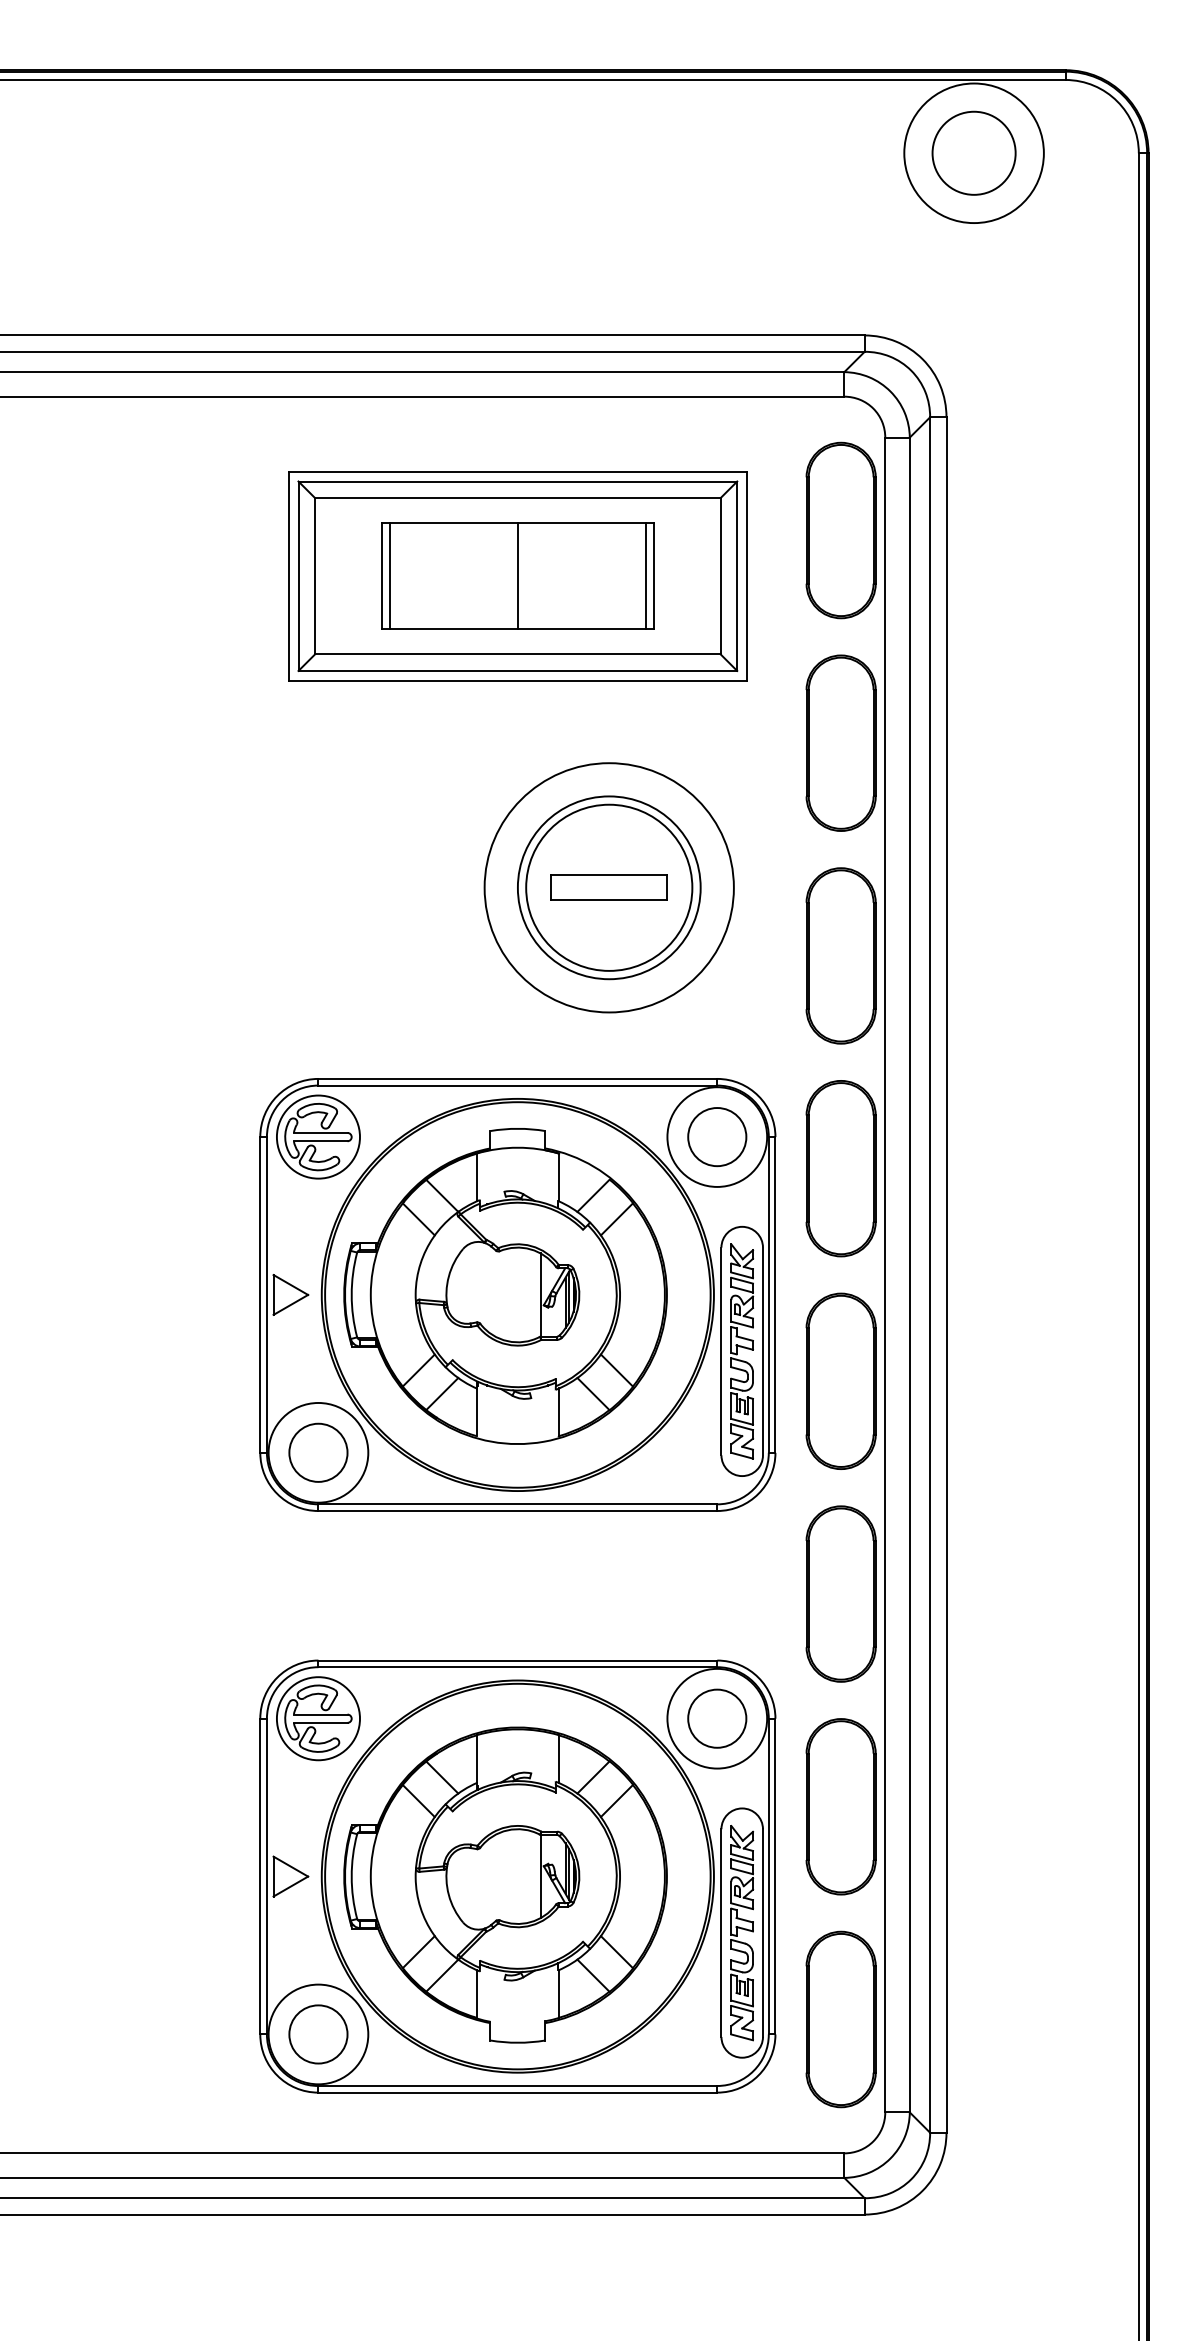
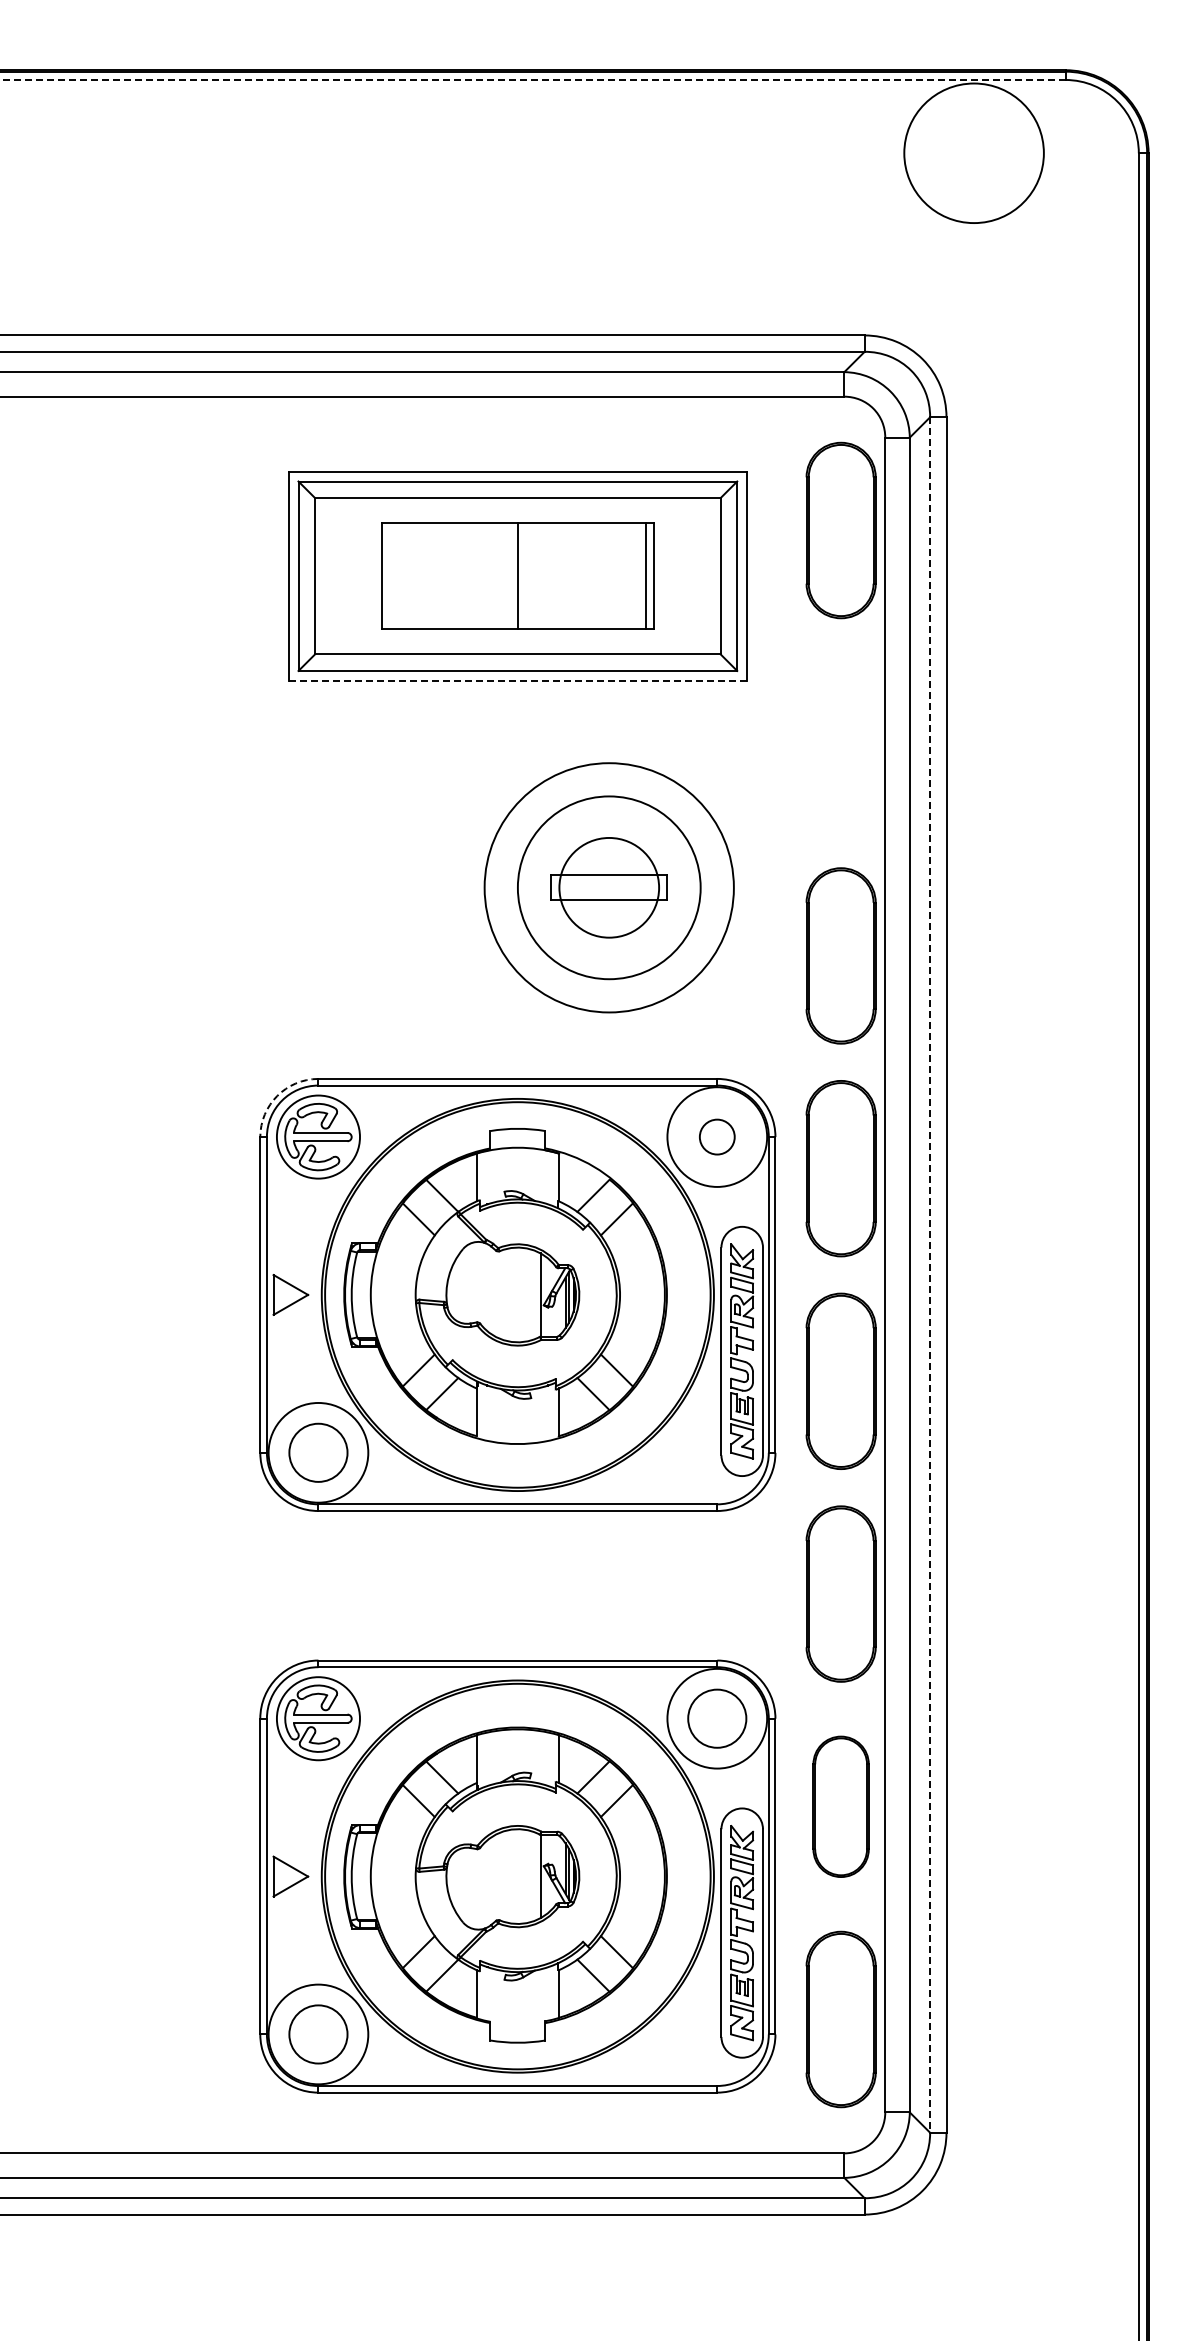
line at (532, 79): solid -> dashed
circle at (973, 152): present -> none
line at (389, 576): present -> none
line at (517, 680): solid -> dashed
part at (840, 742): present -> none
circle at (609, 887) diameter: 166 px -> 100 px
arc at (277, 1095): solid -> dashed
circle at (717, 1137) diameter: 58 px -> 35 px
line at (930, 1275): solid -> dashed
part at (840, 1806) size: 72x178 px -> 58x143 px
